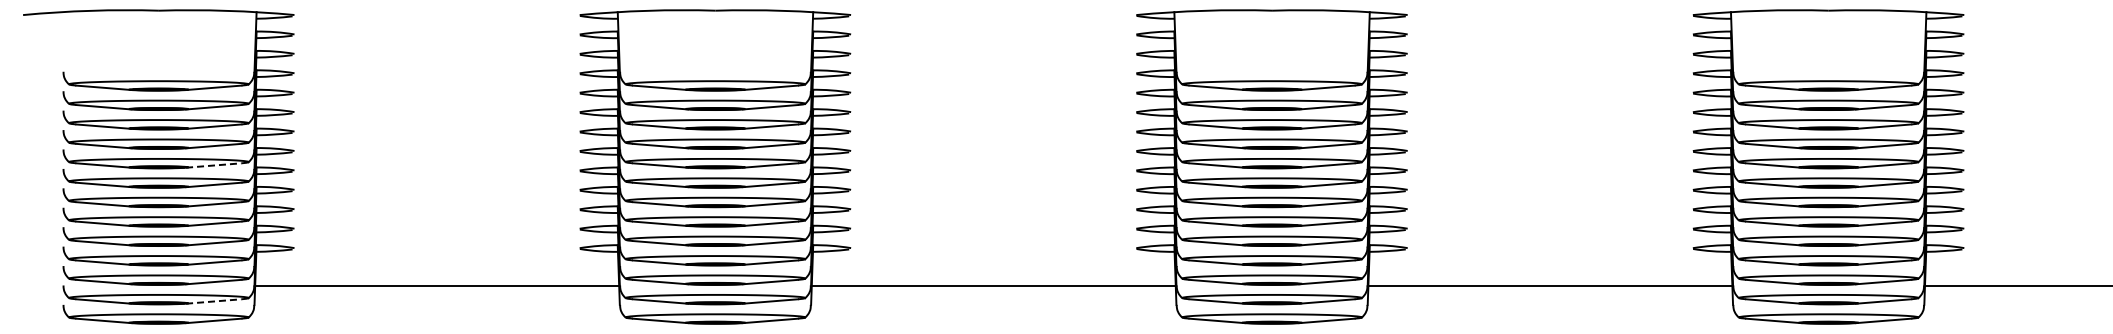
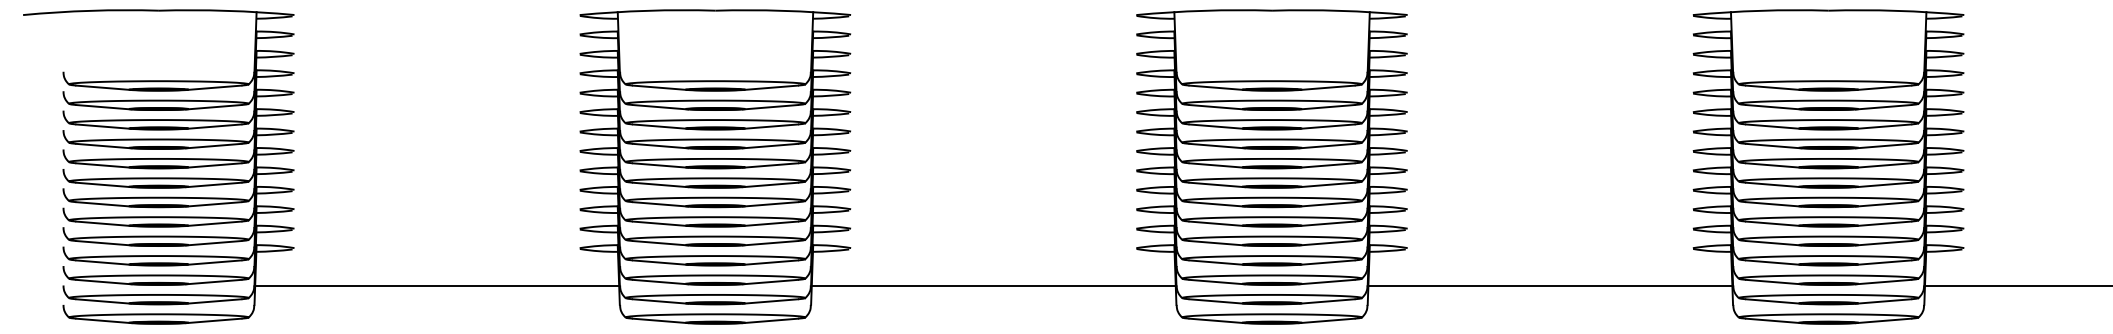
line at (213, 165): dashed -> solid
line at (213, 301): dashed -> solid
